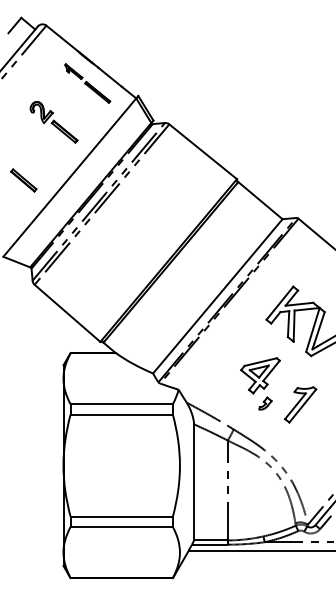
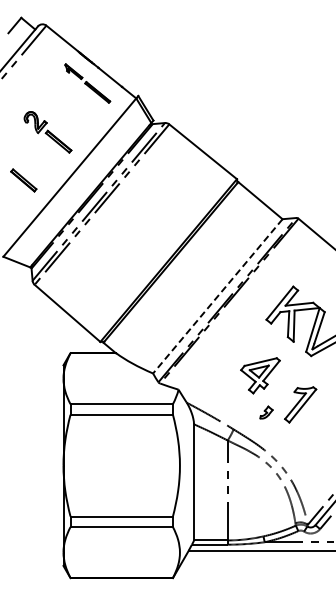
part at (53, 122) position: (53, 122) -> (47, 132)
line at (217, 296): solid -> dashed
part at (265, 403) position: (265, 403) -> (266, 412)
